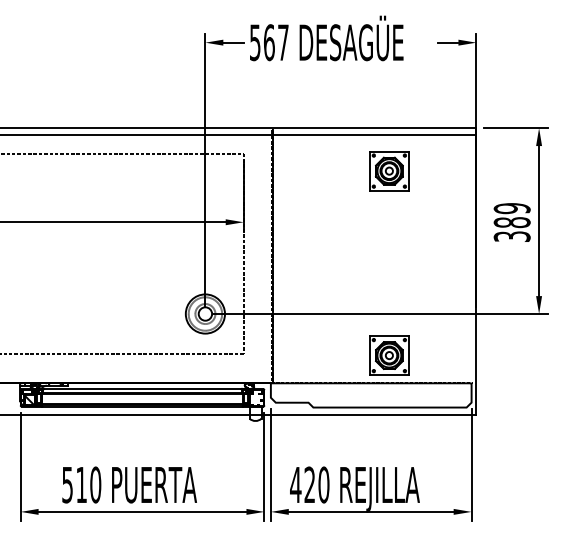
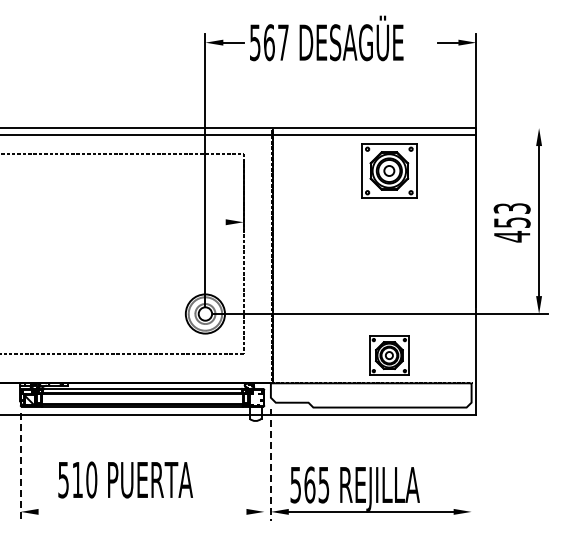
line at (515, 128): present -> none
part at (389, 171) size: 41x41 px -> 57x56 px
line at (113, 222): present -> none
text at (511, 222): 389 -> 453
line at (471, 464): present -> none
line at (270, 465): solid -> dashed
line at (264, 466): present -> none
line at (20, 467): solid -> dashed
text at (129, 484) position: (129, 484) -> (125, 479)
text at (309, 484): 420 -> 565
line at (142, 511): present -> none
